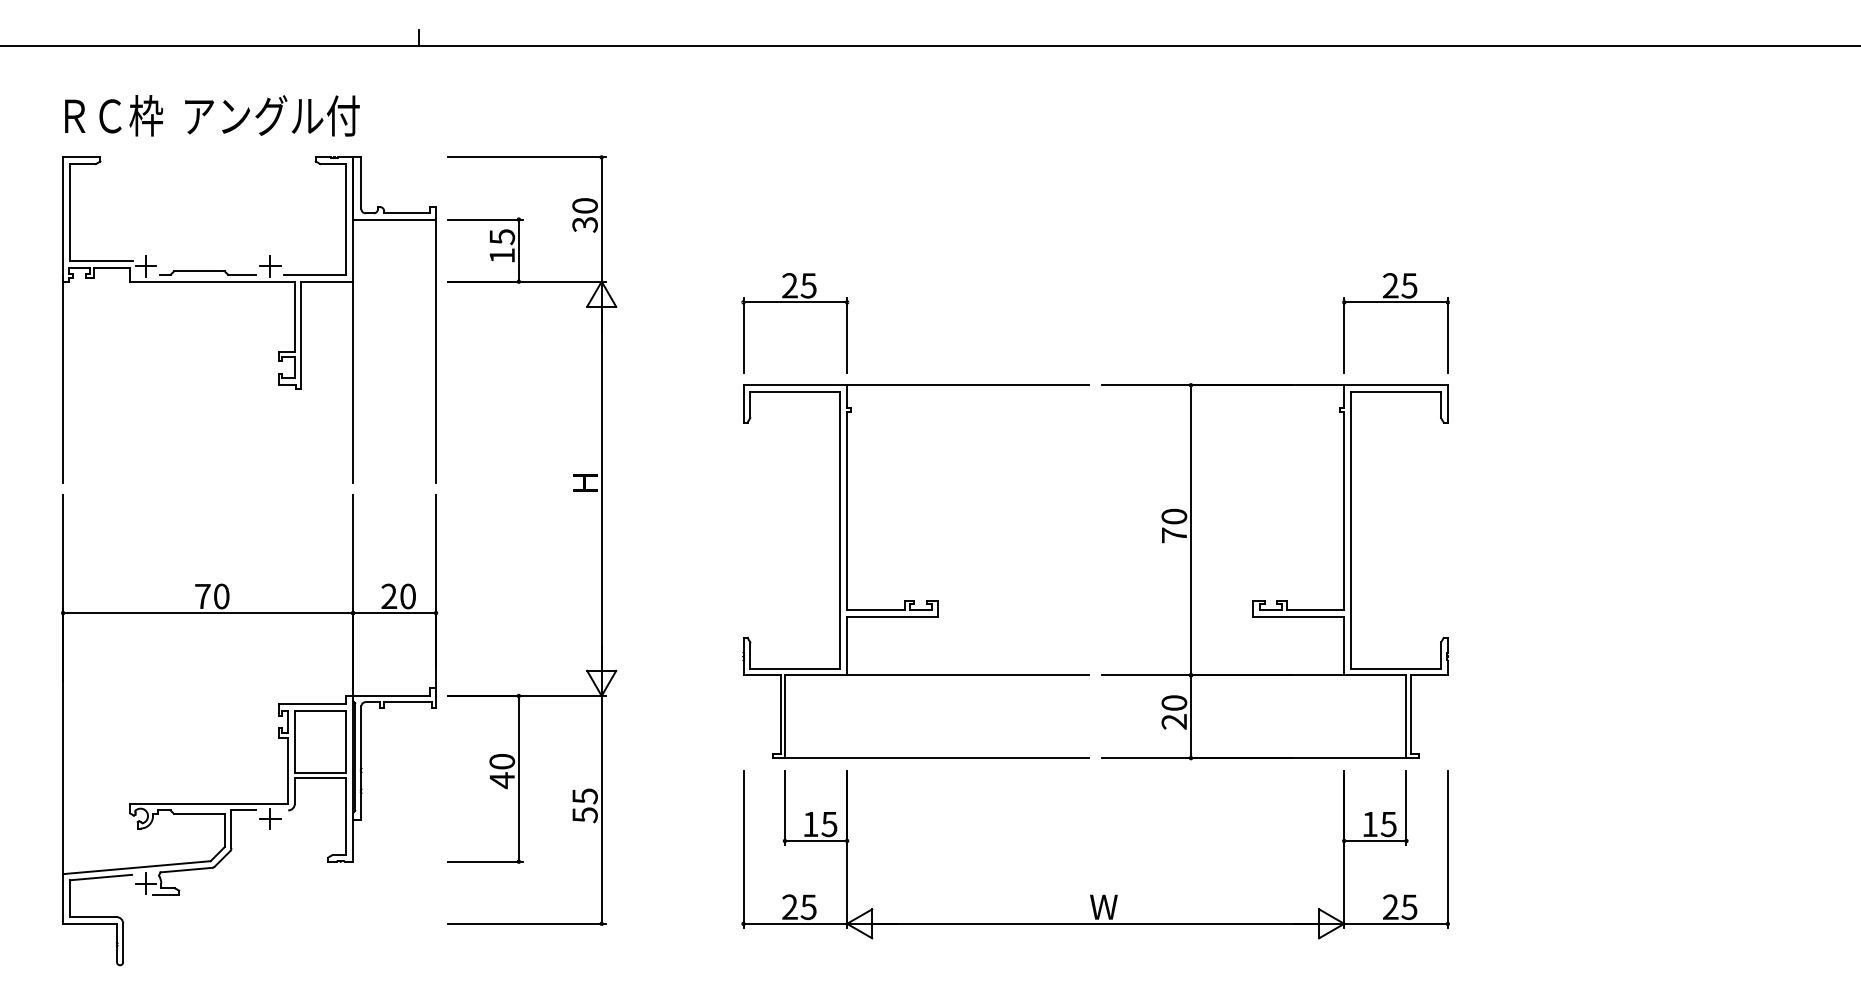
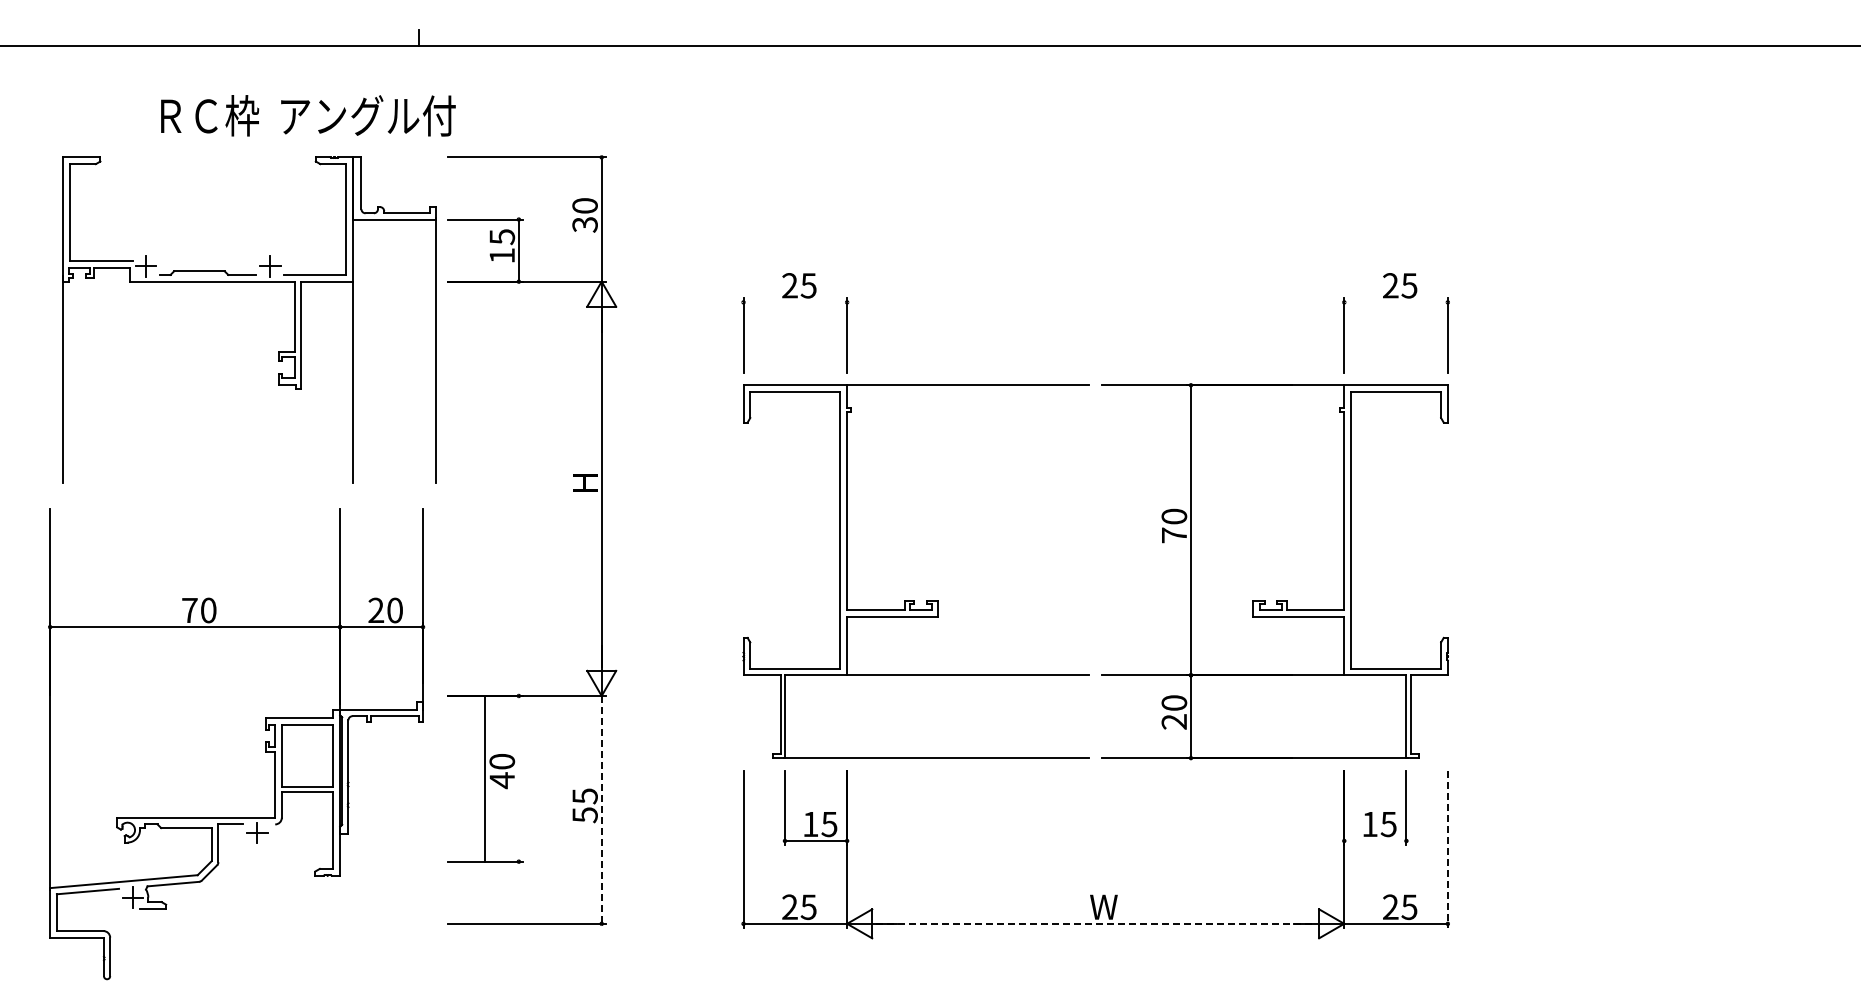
text at (212, 115) position: (212, 115) -> (308, 115)
line at (795, 302): present -> none
line at (1395, 302): present -> none
part at (249, 730) position: (249, 730) -> (236, 744)
line at (518, 778) position: (518, 778) -> (484, 778)
line at (601, 809): solid -> dashed
line at (1375, 840): present -> none
line at (1447, 849): solid -> dashed
line at (1095, 923): solid -> dashed
